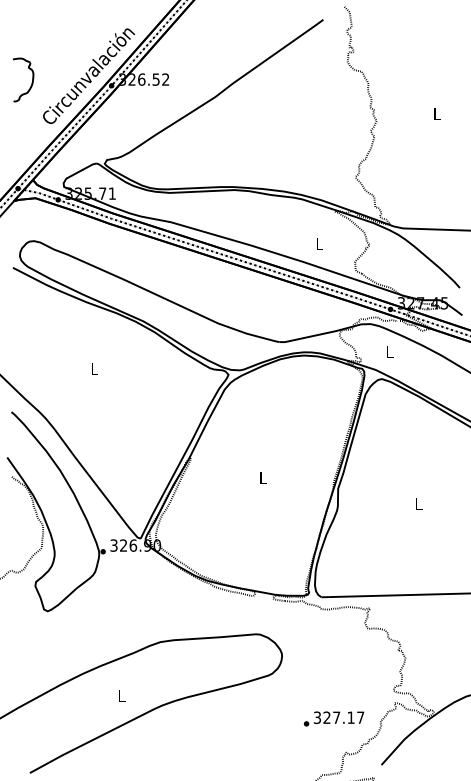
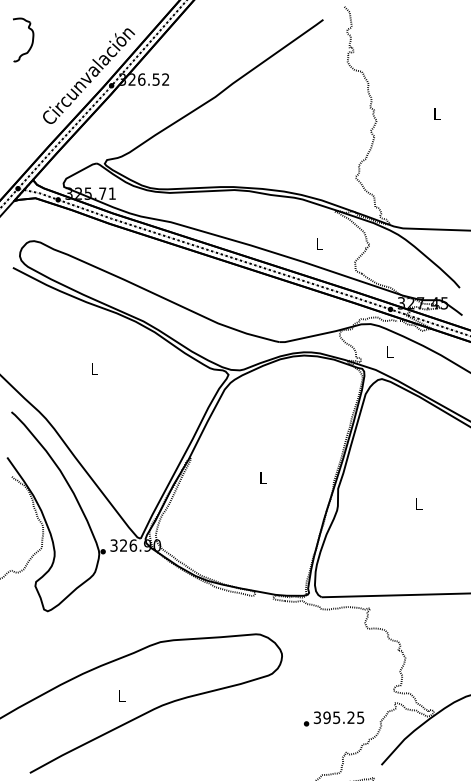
part at (31, 82) position: (31, 82) -> (31, 42)
text at (343, 717): 327.17 -> 395.25
